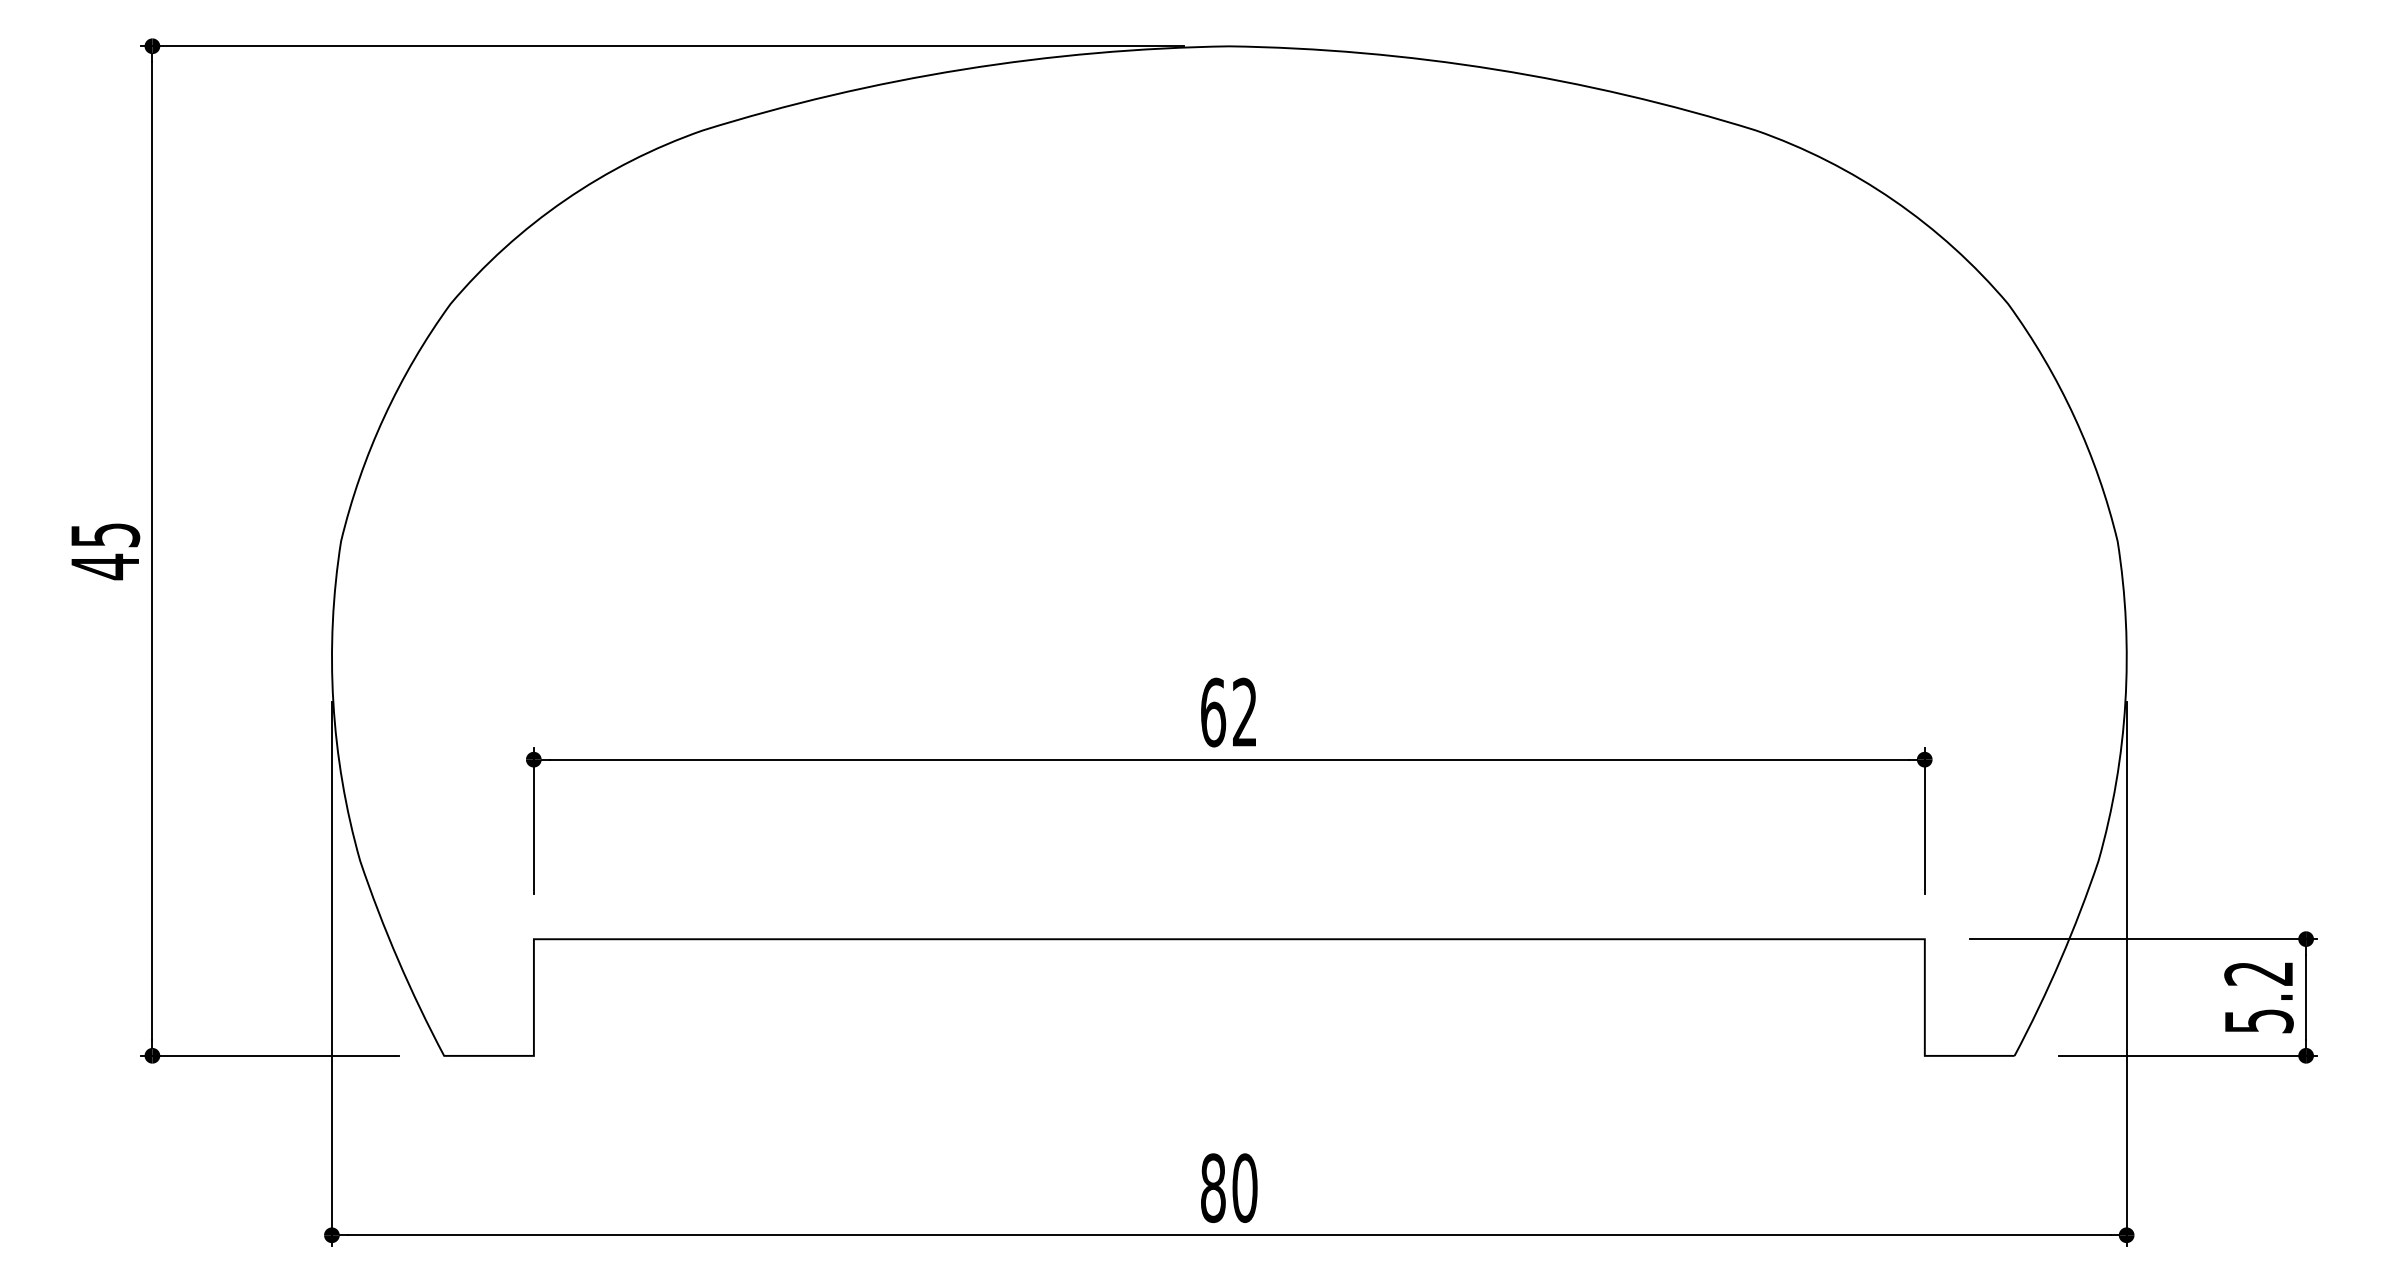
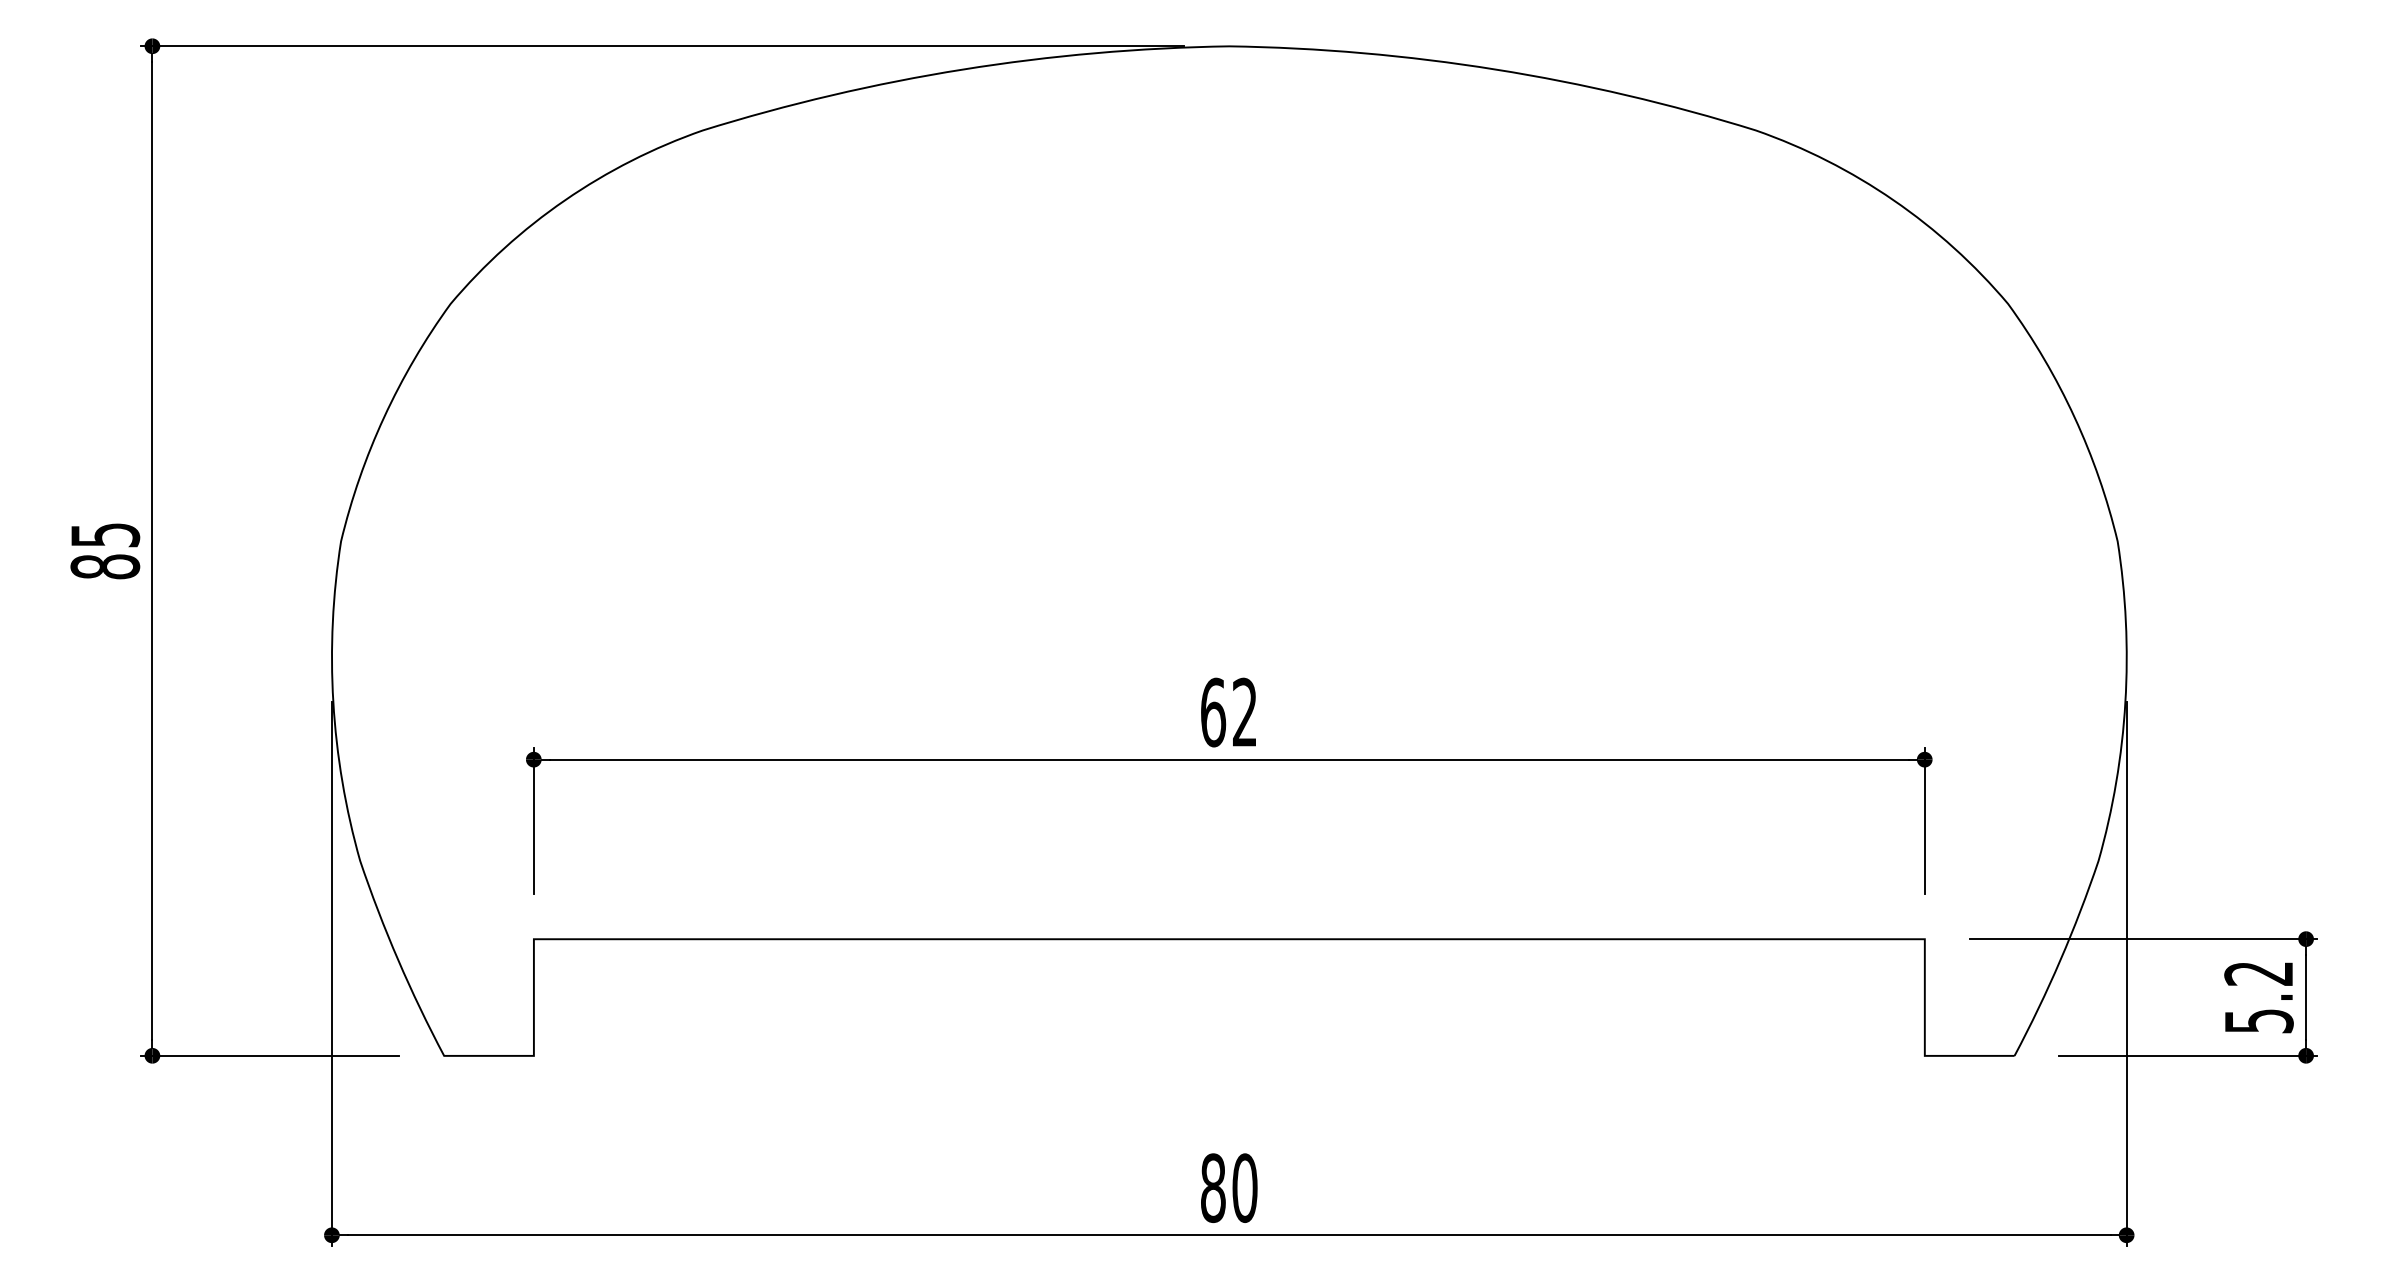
text at (105, 566): 45 -> 85
